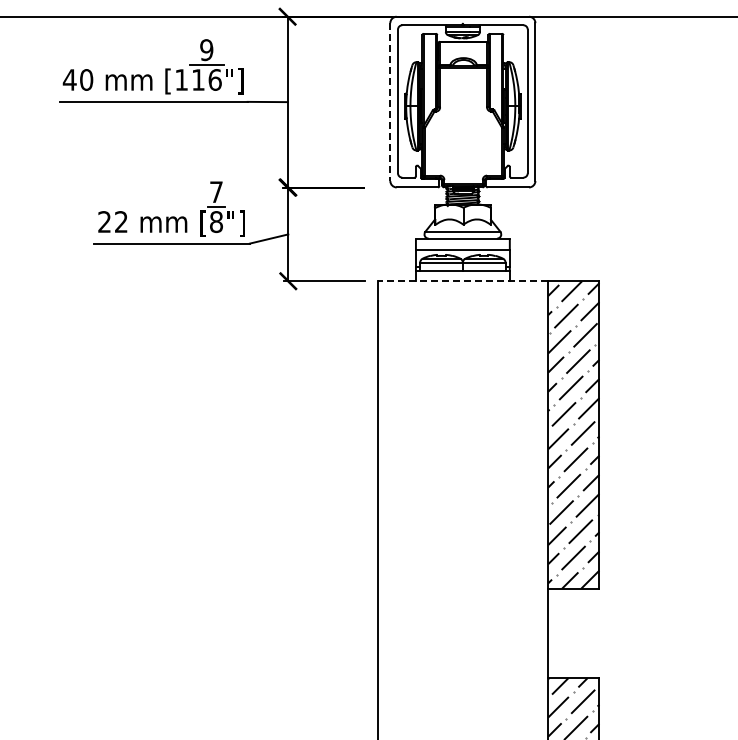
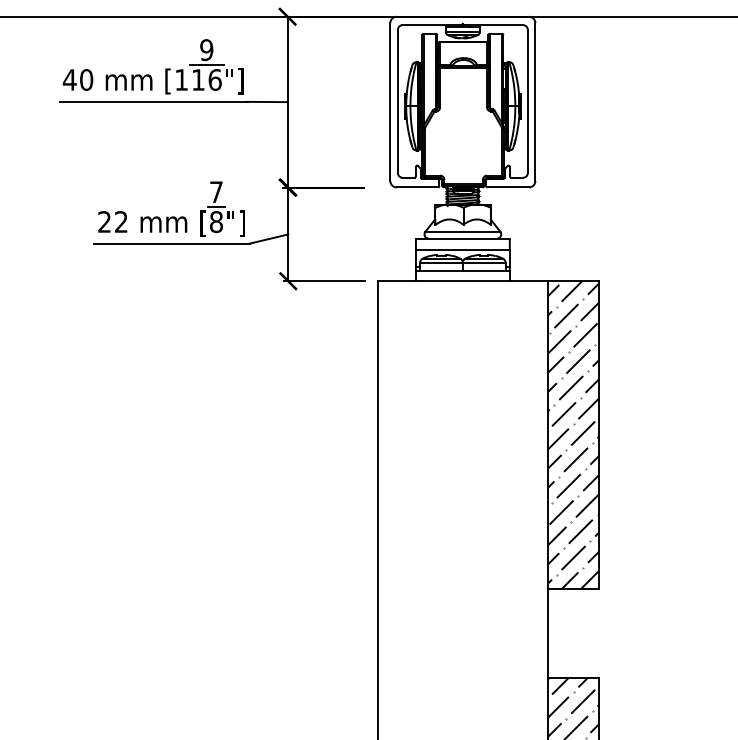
line at (390, 102): dashed -> solid
line at (462, 281): dashed -> solid
